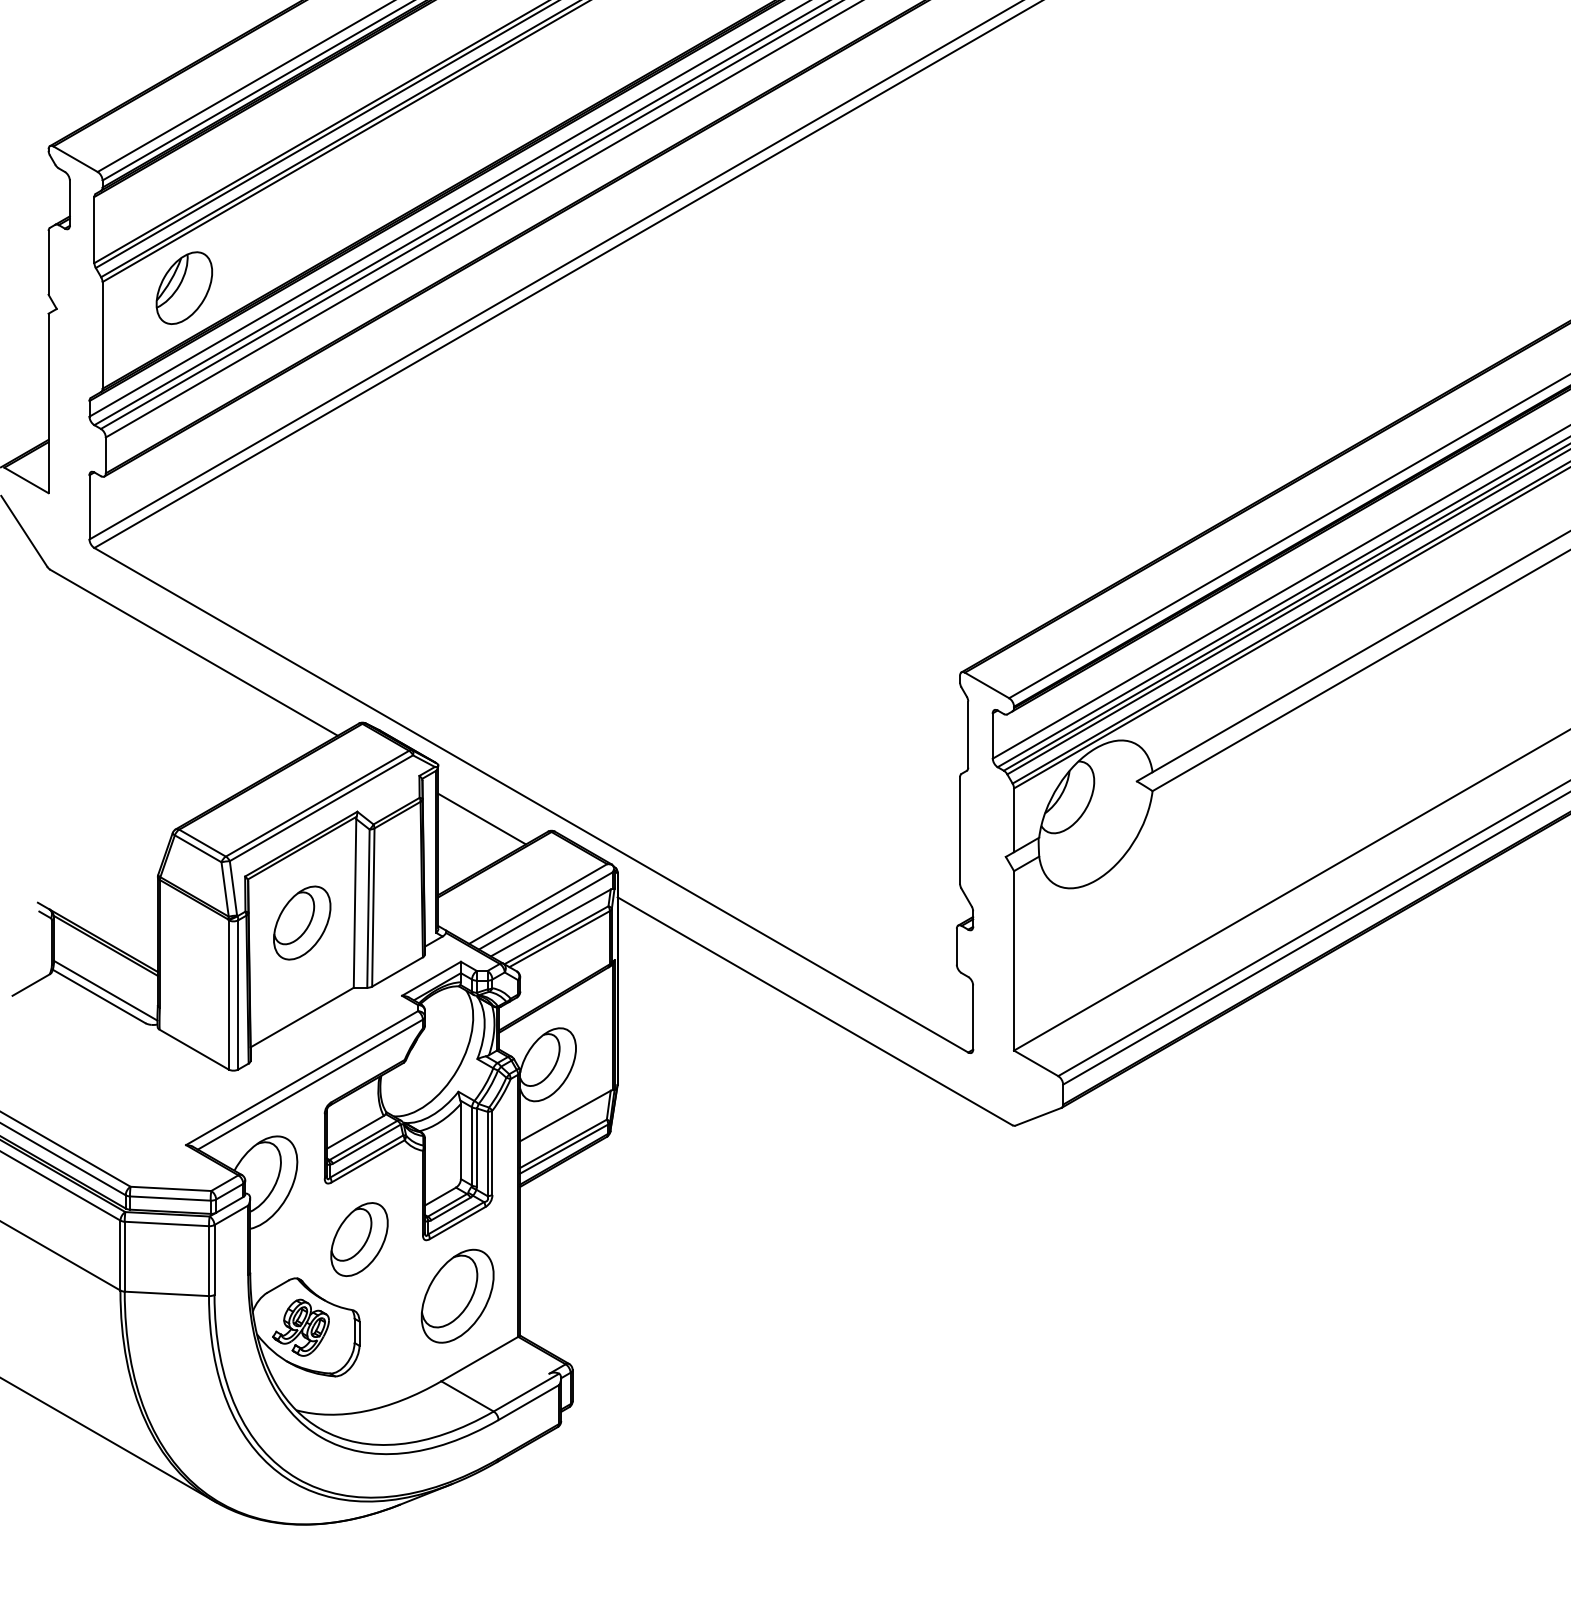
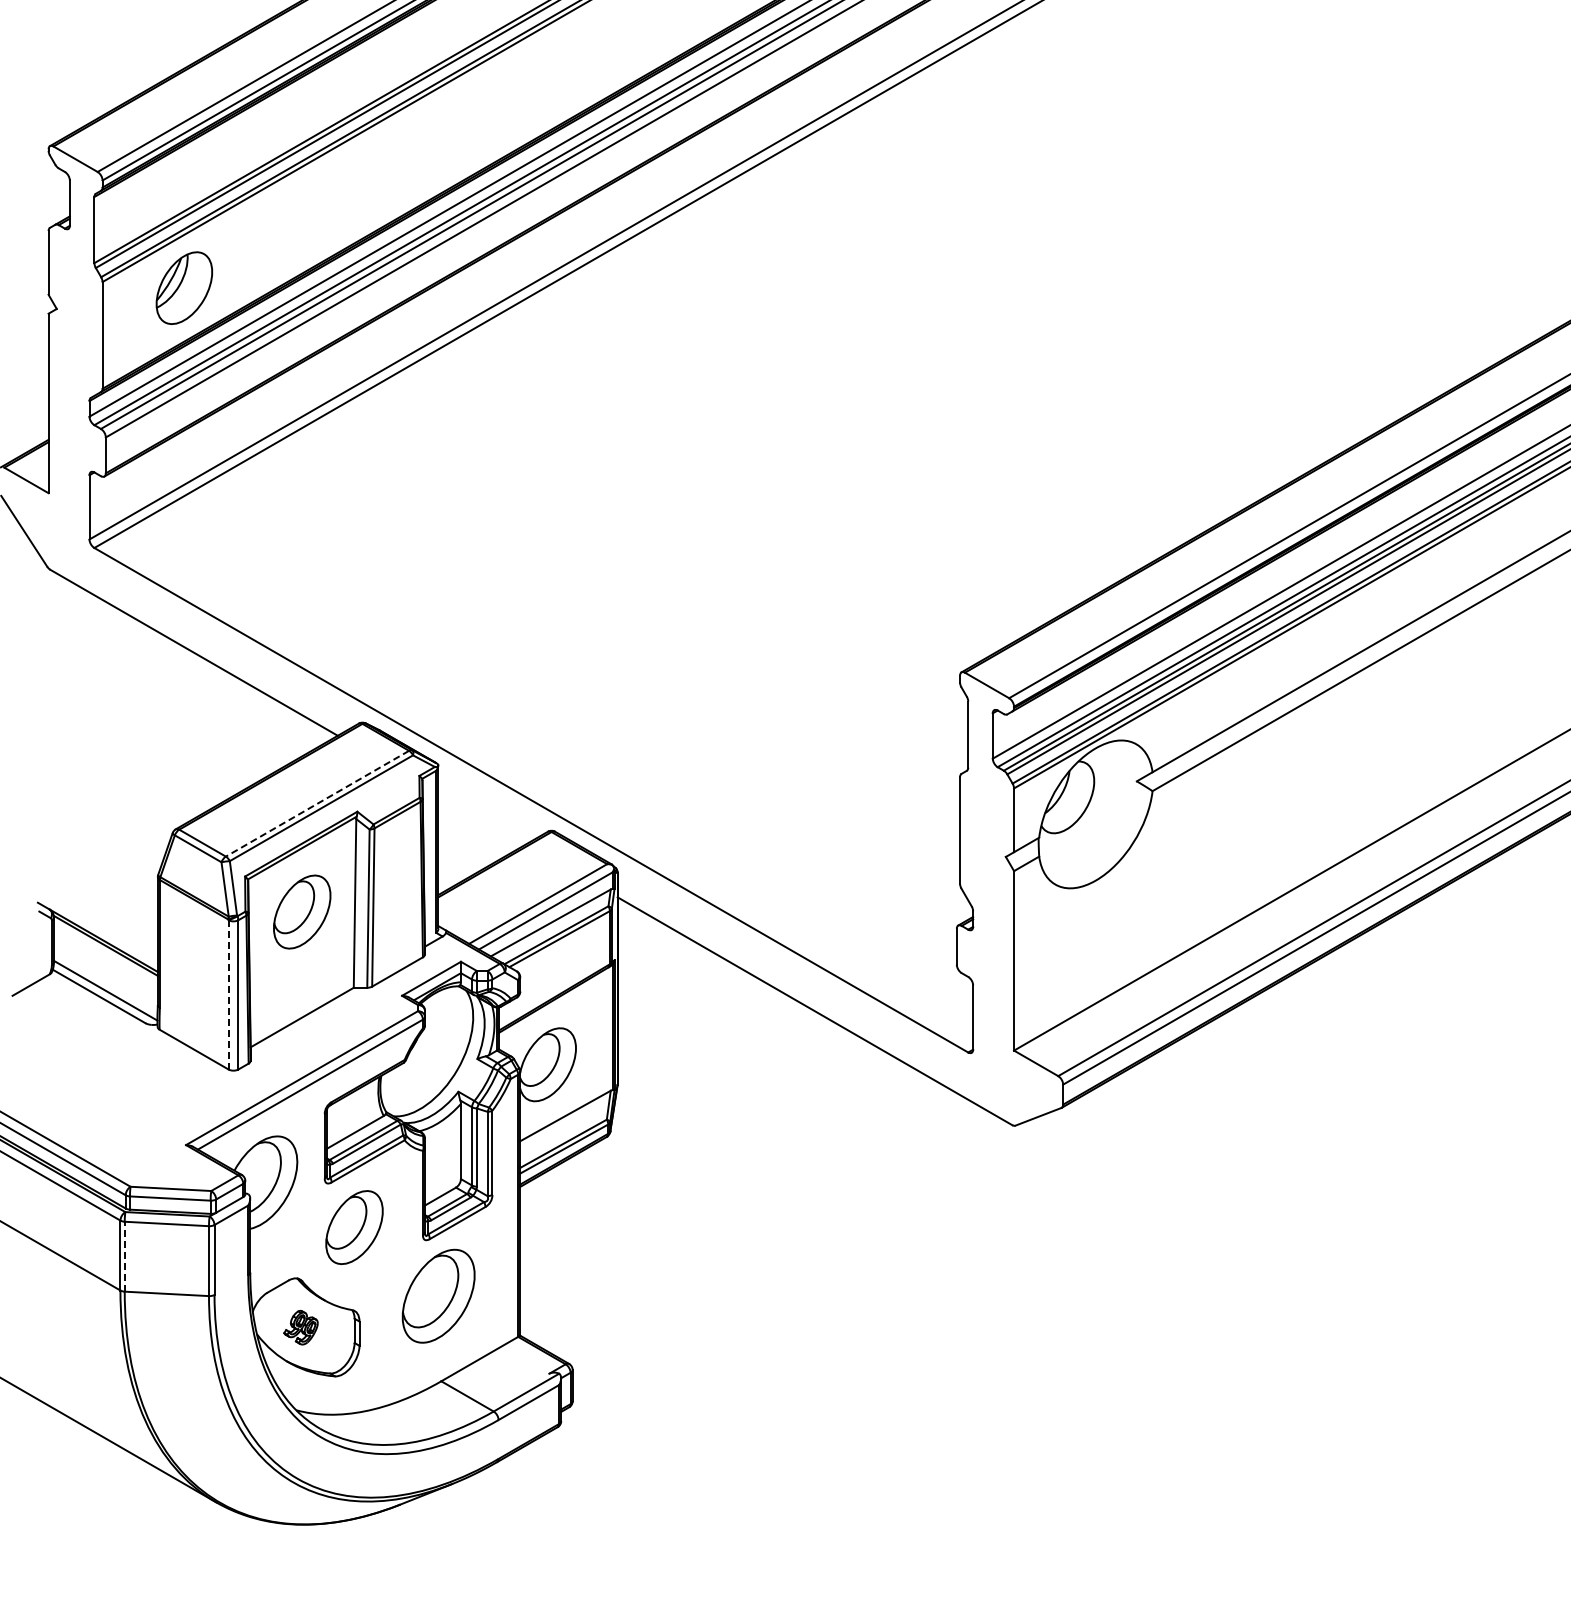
line at (317, 803): solid -> dashed
line at (482, 818): present -> none
part at (302, 922) position: (302, 922) -> (302, 911)
line at (228, 994): solid -> dashed
part at (359, 1239) position: (359, 1239) -> (354, 1227)
line at (124, 1256): solid -> dashed
part at (457, 1295) position: (457, 1295) -> (438, 1295)
part at (300, 1327) size: 58x59 px -> 36x37 px
